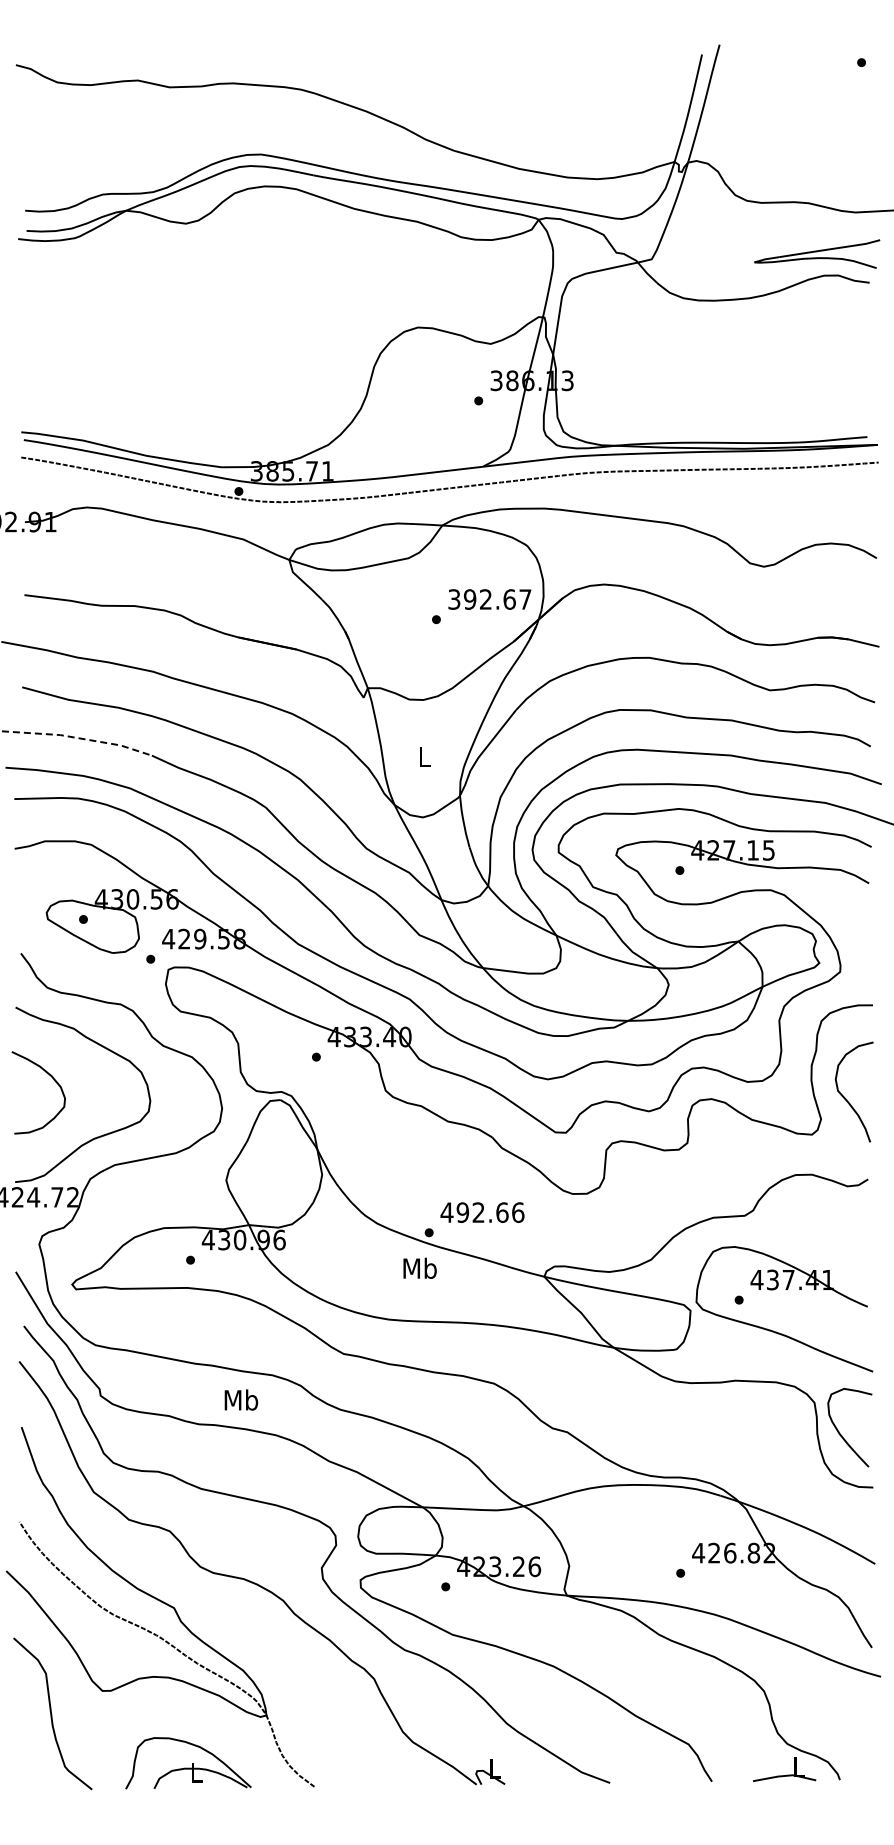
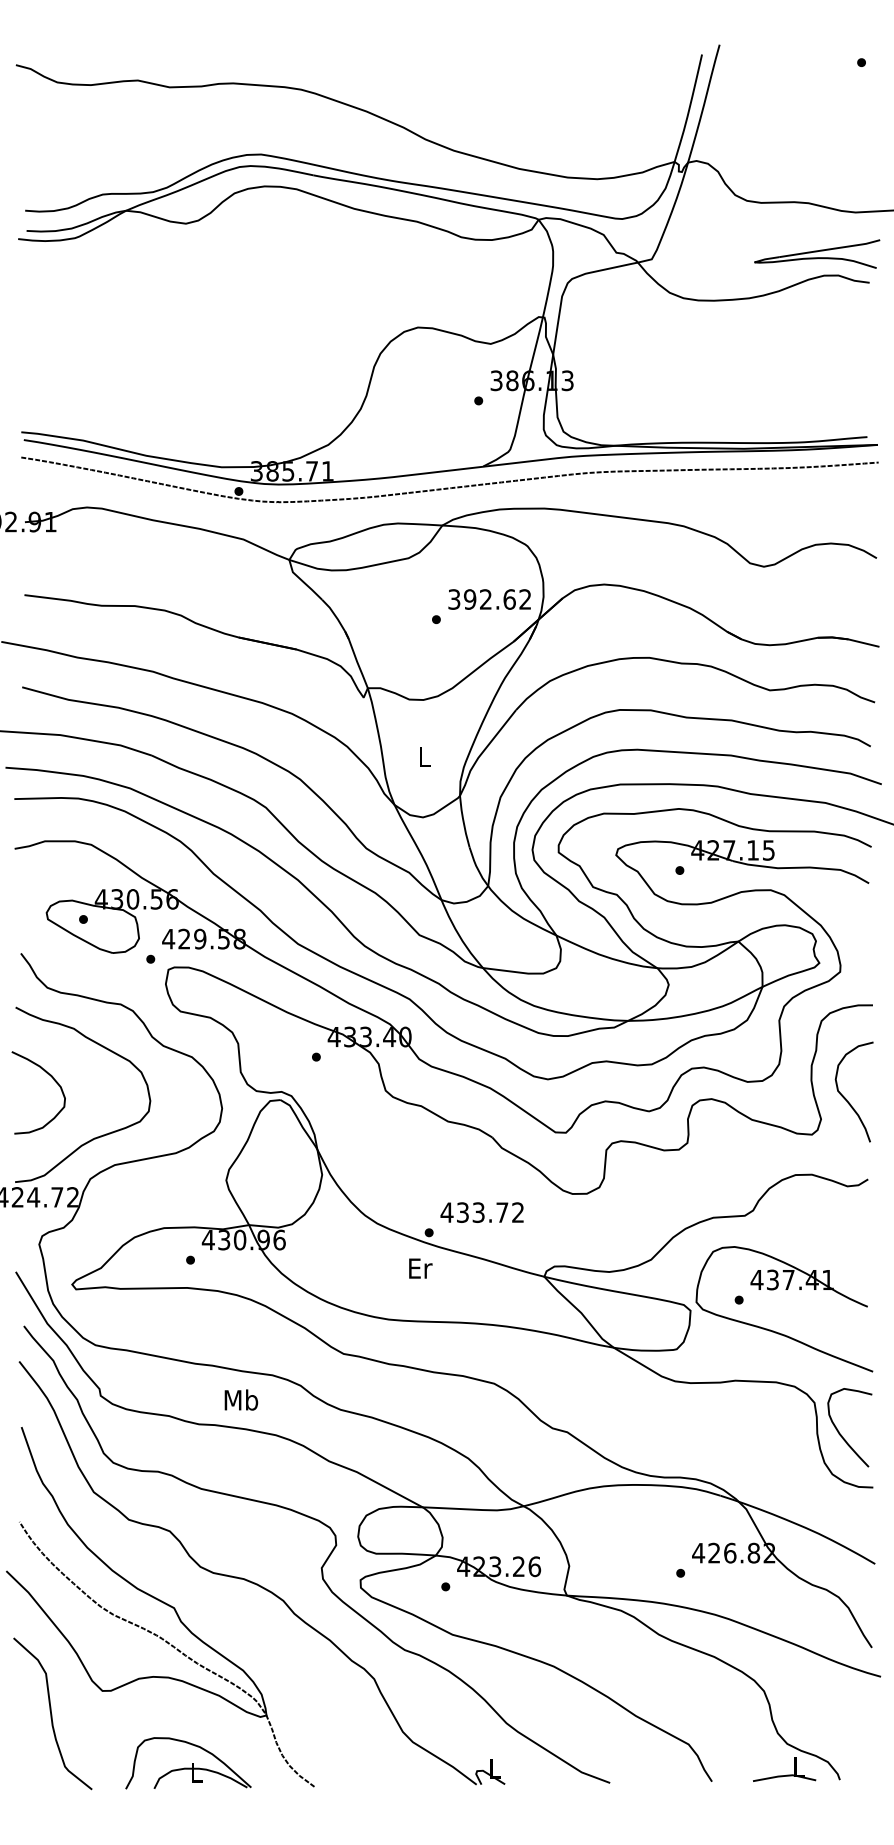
text at (525, 599): 392.67 -> 392.62
line at (77, 738): dashed -> solid
text at (490, 1212): 492.66 -> 433.72
text at (419, 1267): Mb -> Er
